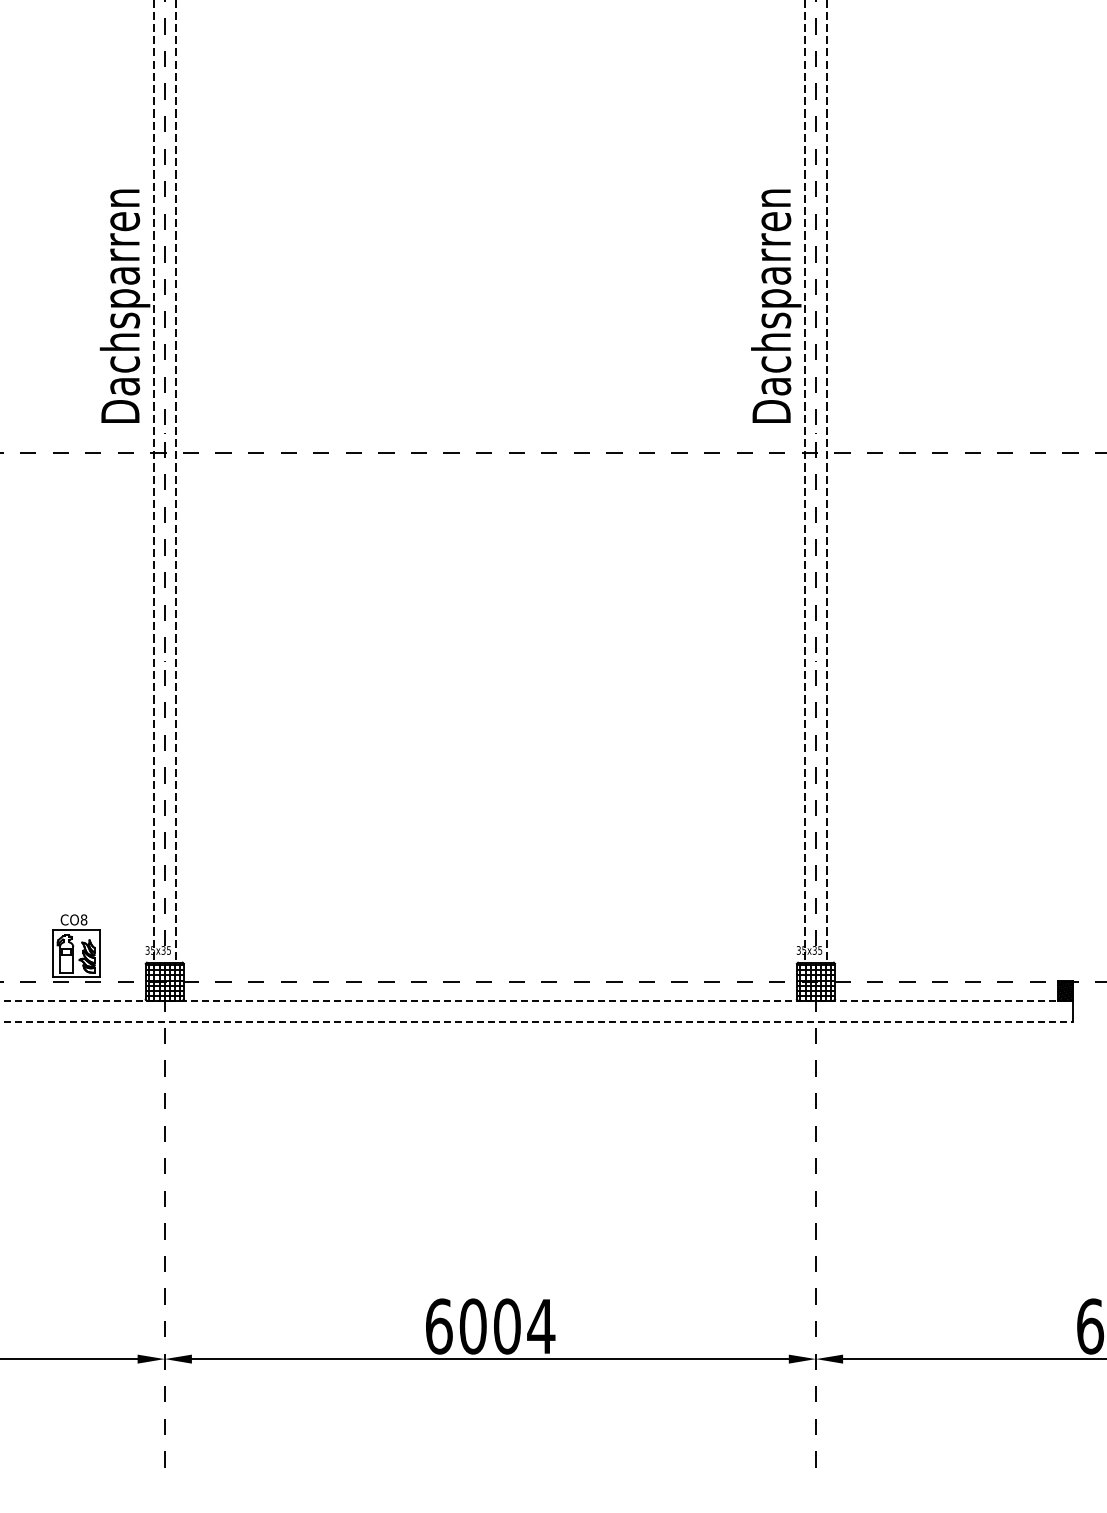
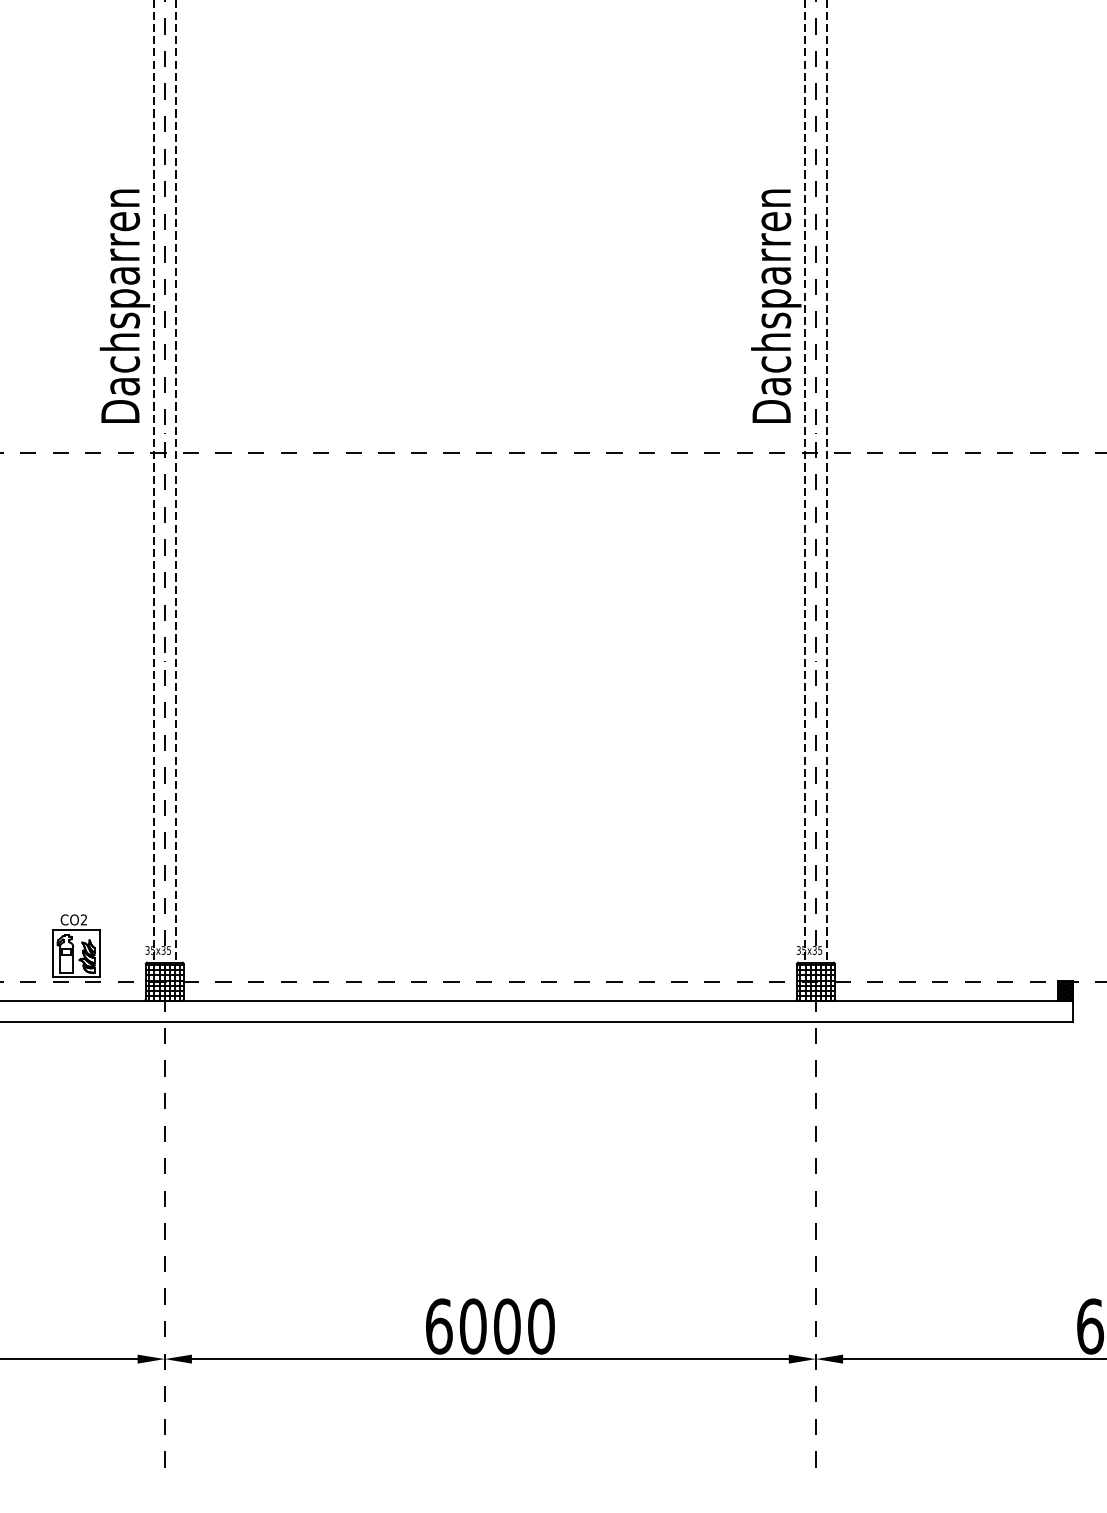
text at (83, 919): CO8 -> CO2
line at (537, 1000): dashed -> solid
line at (537, 1022): dashed -> solid
text at (541, 1326): 6004 -> 6000
